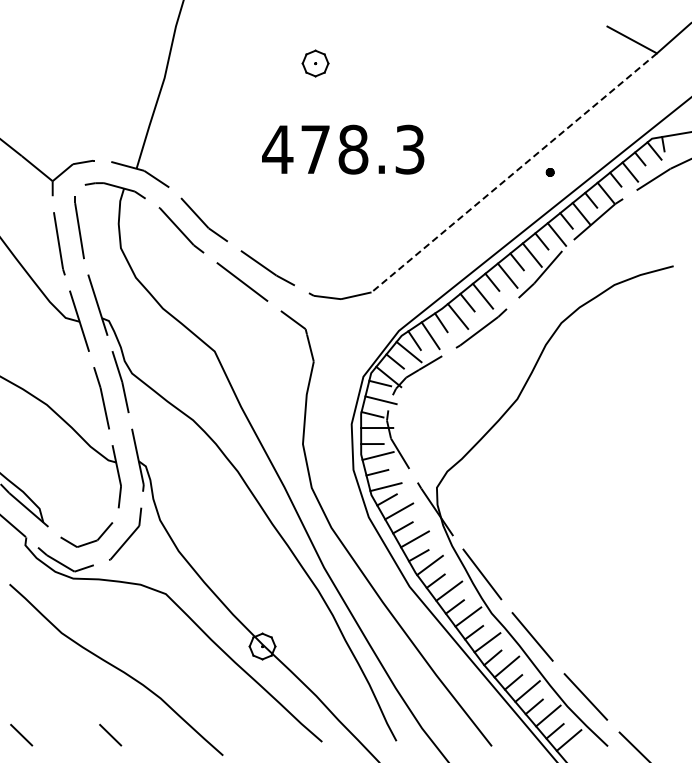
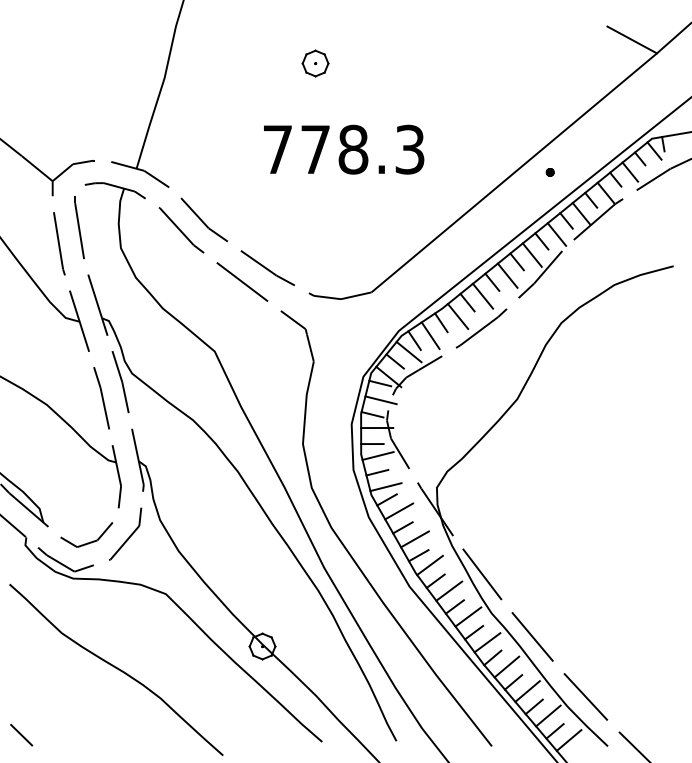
text at (277, 149): 478.3 -> 778.3
line at (513, 173): dashed -> solid
line at (110, 734): present -> none
